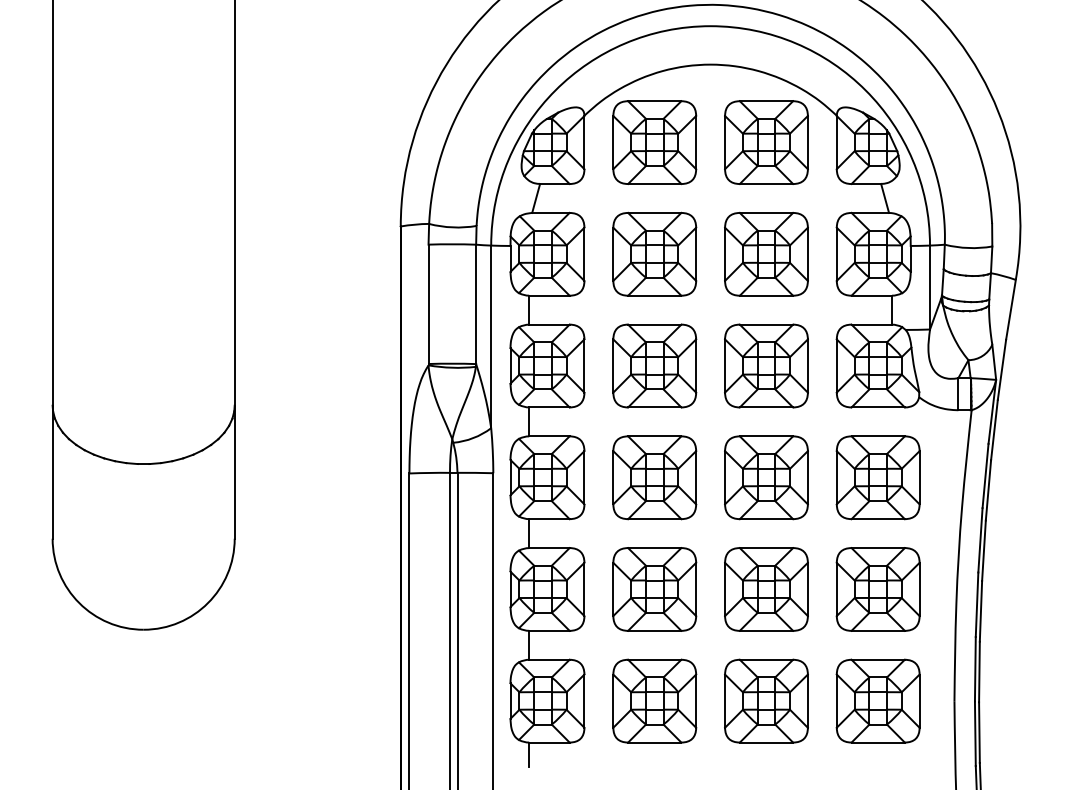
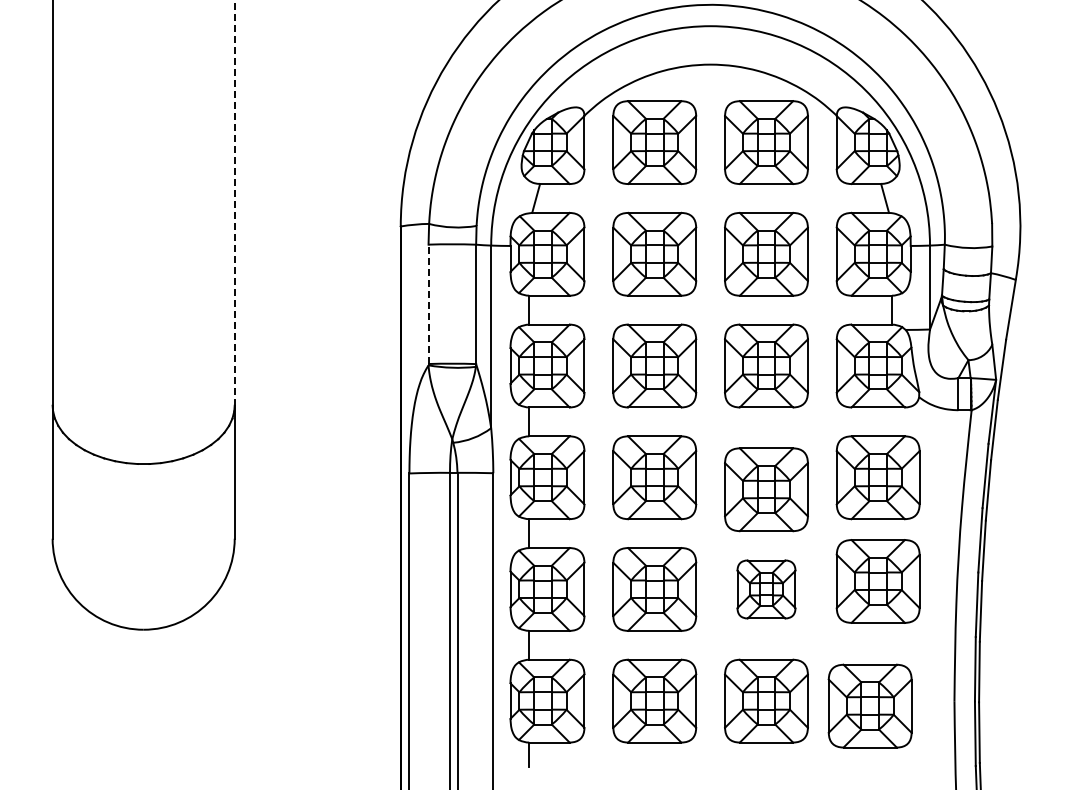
line at (234, 202): solid -> dashed
line at (428, 304): solid -> dashed
part at (766, 477) position: (766, 477) -> (766, 489)
part at (766, 589) size: 85x85 px -> 61x61 px
part at (877, 589) position: (877, 589) -> (877, 581)
part at (877, 700) position: (877, 700) -> (869, 705)
